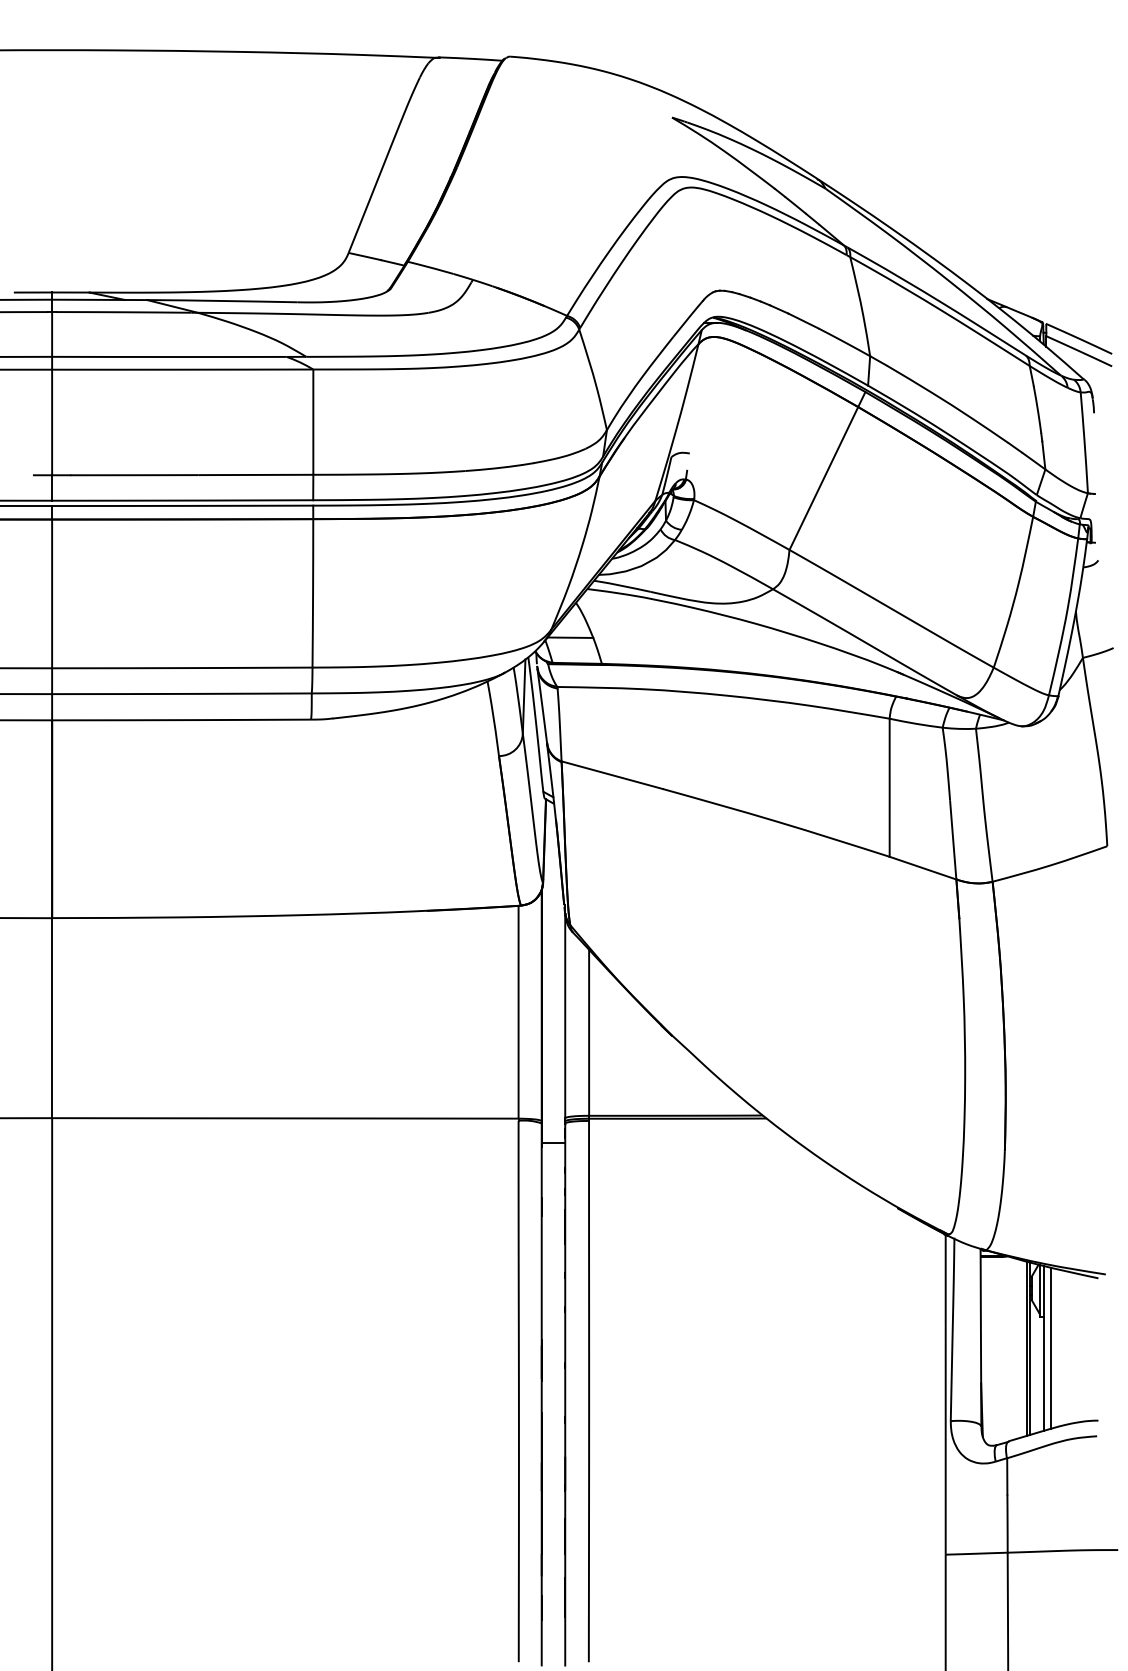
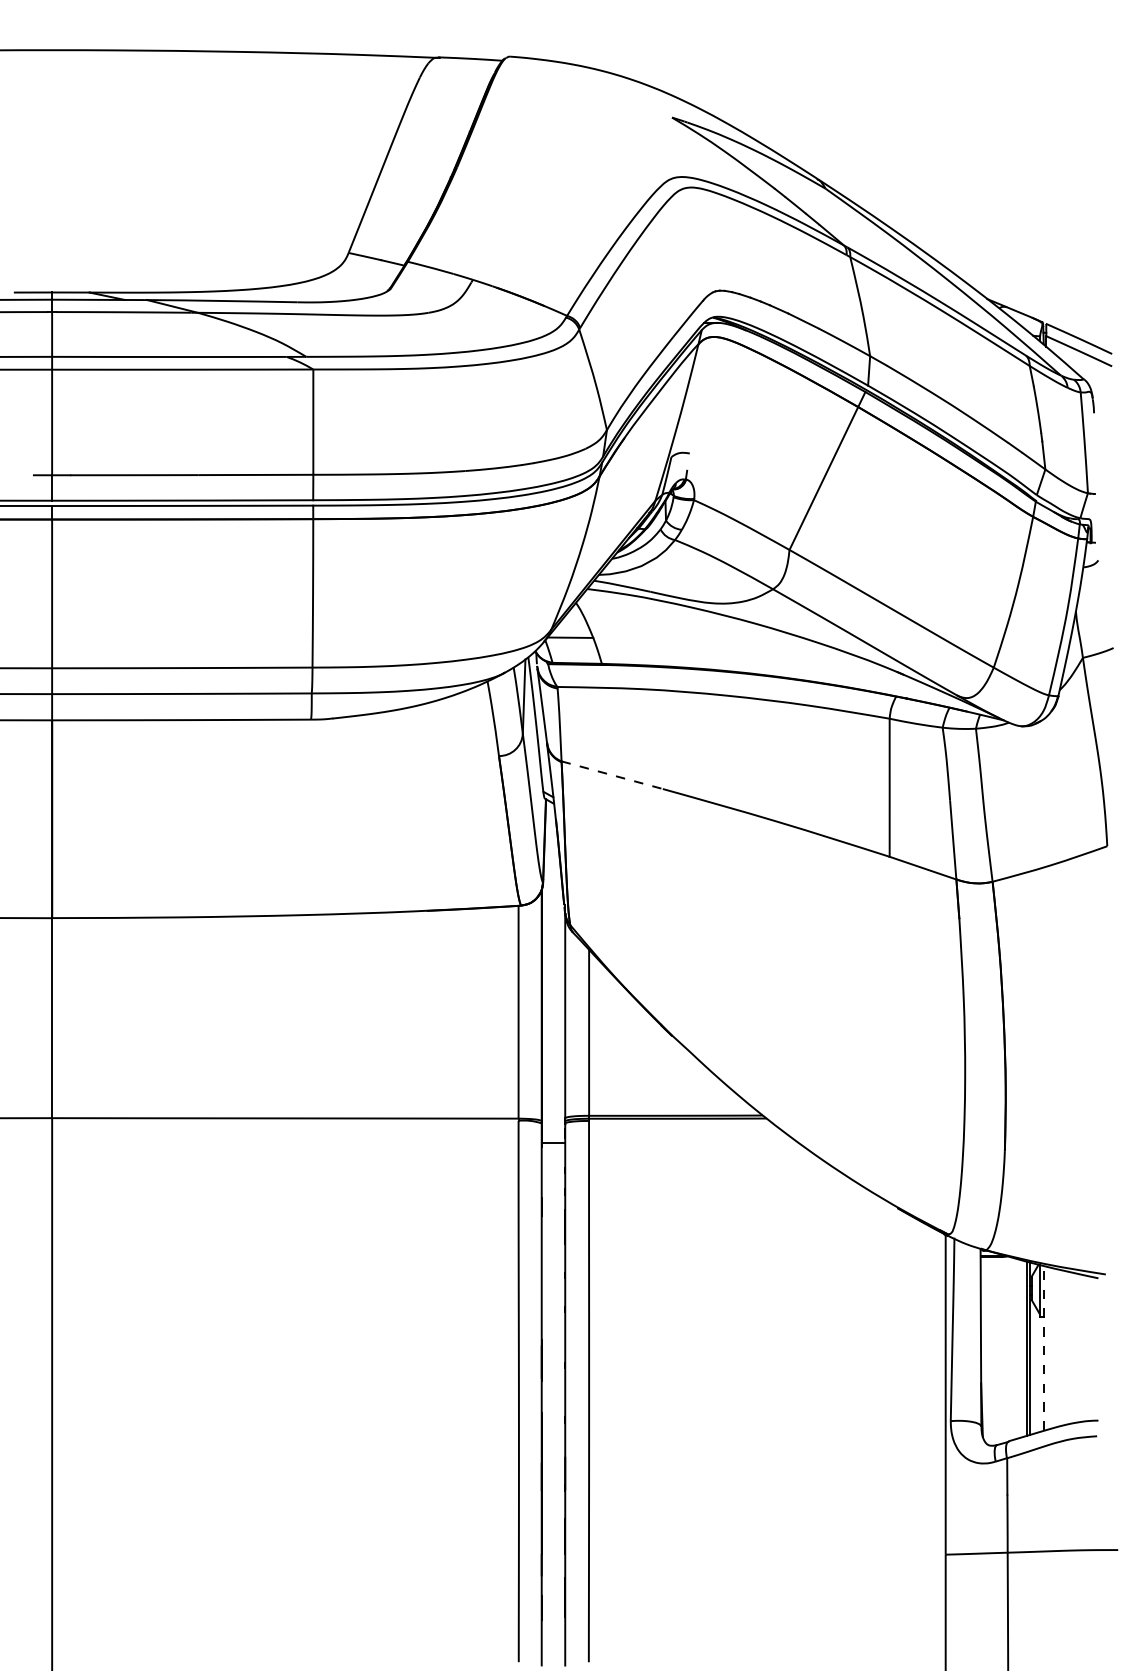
line at (612, 775): solid -> dashed
line at (1044, 1347): solid -> dashed
line at (1051, 1347): present -> none
